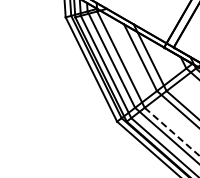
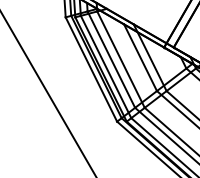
line at (48, 93): none -> present
line at (172, 132): dashed -> solid
